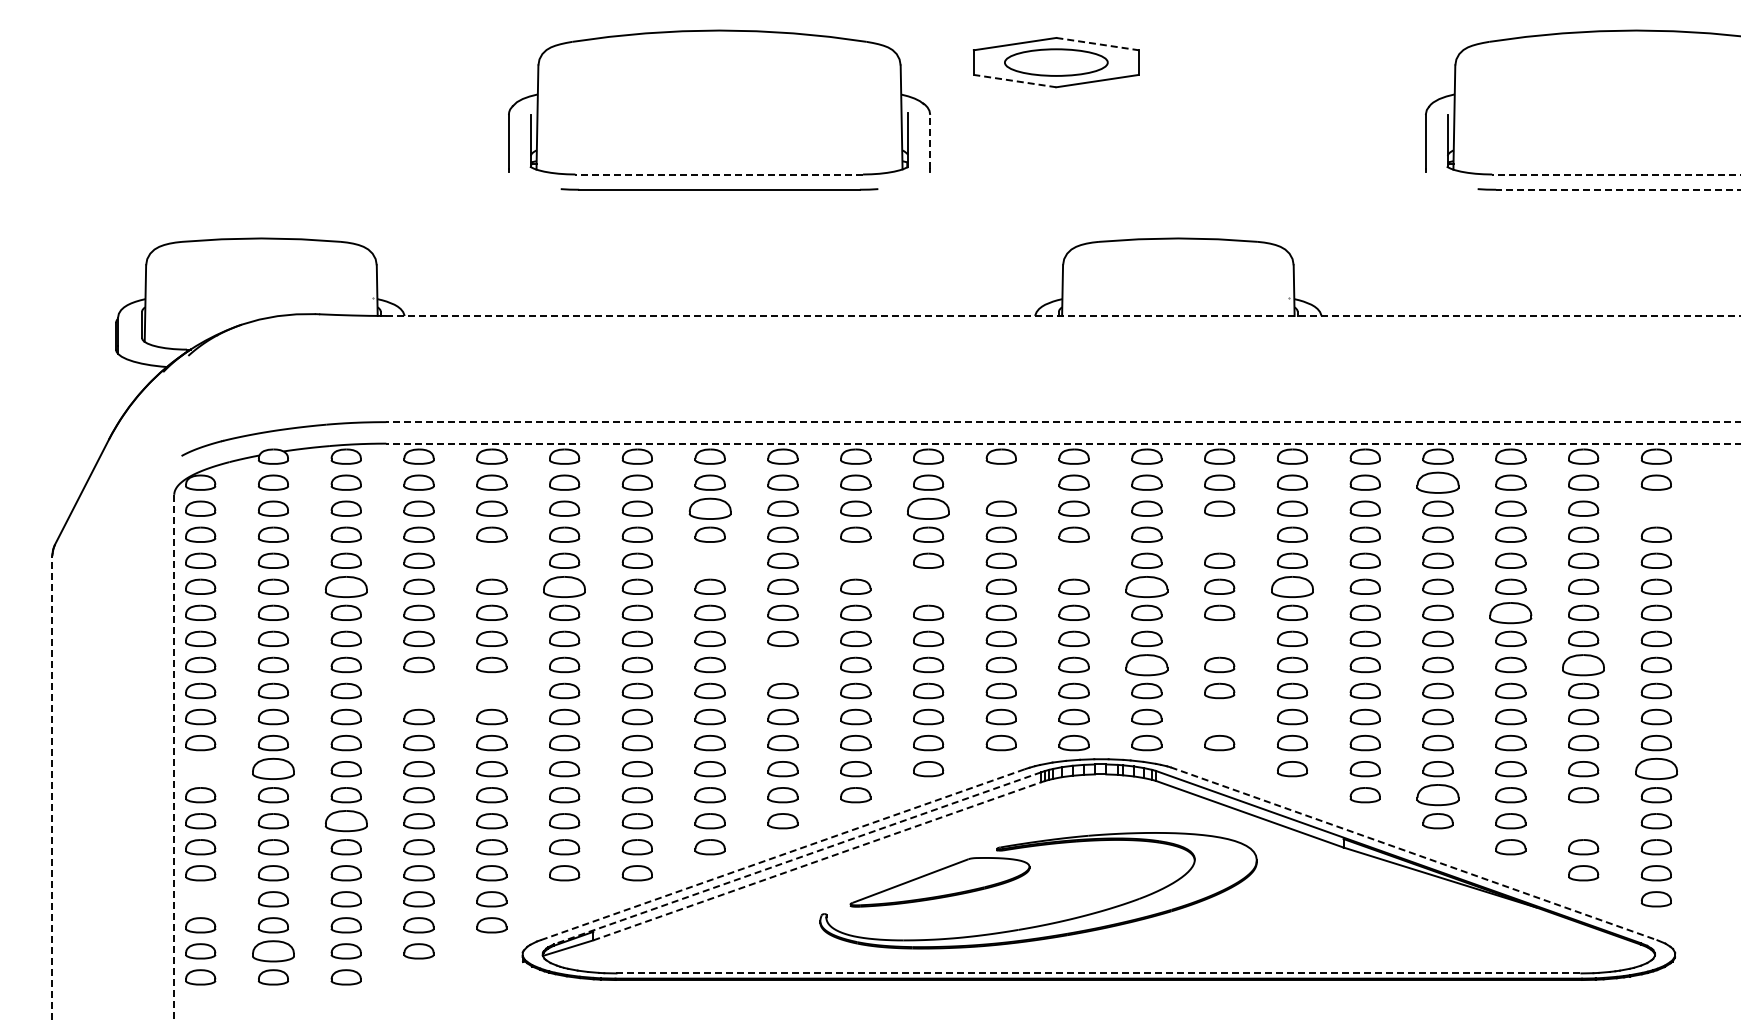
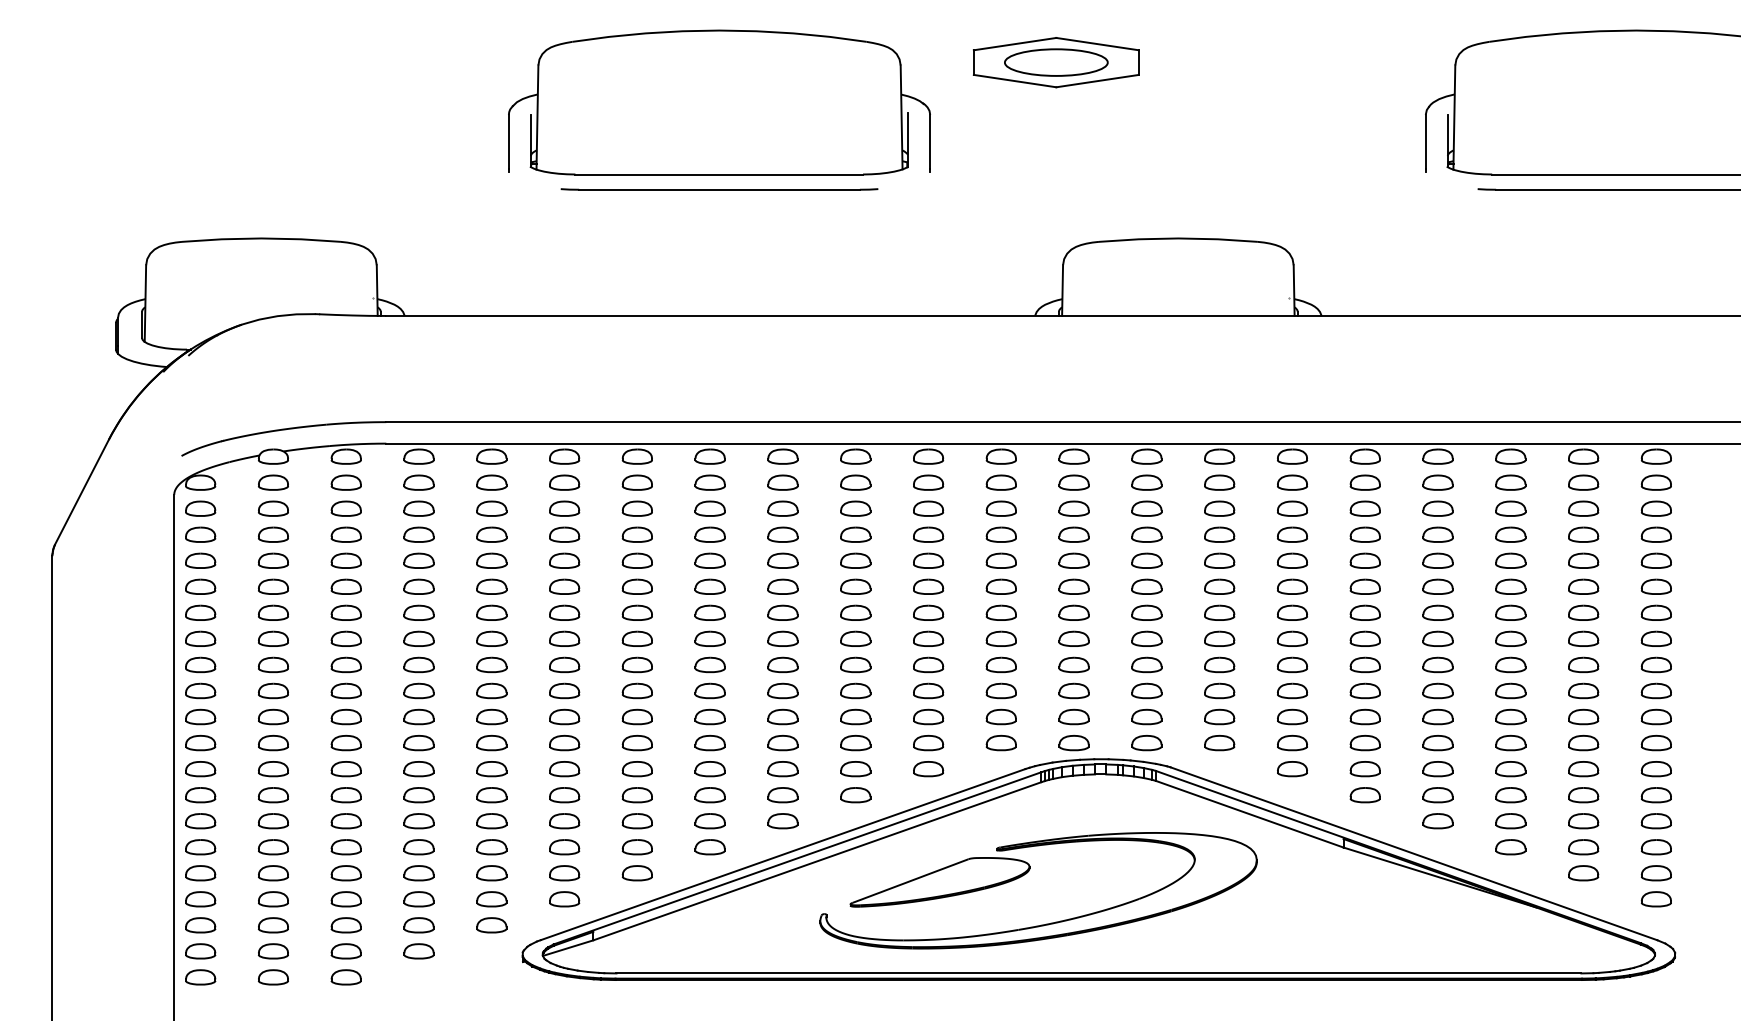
line at (1097, 44): dashed -> solid
line at (1015, 81): dashed -> solid
line at (930, 141): dashed -> solid
line at (719, 174): dashed -> solid
line at (1616, 174): dashed -> solid
line at (1617, 189): dashed -> solid
line at (1063, 315): dashed -> solid
line at (1063, 422): dashed -> solid
line at (1063, 443): dashed -> solid
part at (1000, 482): none -> present
part at (1437, 482) size: 44x23 px -> 32x17 px
part at (709, 508) size: 44x23 px -> 32x17 px
part at (928, 508) size: 43x23 px -> 32x17 px
part at (1655, 508): none -> present
part at (1219, 534): none -> present
part at (491, 560): none -> present
part at (709, 560): none -> present
part at (855, 560): none -> present
part at (1073, 560): none -> present
part at (346, 586) size: 43x22 px -> 32x17 px
part at (564, 586) size: 43x22 px -> 32x17 px
part at (928, 586): none -> present
part at (1146, 586) size: 44x22 px -> 32x17 px
part at (1292, 586) size: 43x22 px -> 31x17 px
part at (1510, 613) size: 44x23 px -> 32x17 px
part at (1219, 638): none -> present
part at (782, 664): none -> present
part at (1146, 665) size: 44x23 px -> 32x17 px
part at (1583, 665) size: 43x23 px -> 32x17 px
part at (418, 690): none -> present
part at (491, 690): none -> present
part at (1219, 716): none -> present
line at (174, 757): dashed -> solid
part at (273, 768) size: 43x23 px -> 31x17 px
part at (1656, 768) size: 43x23 px -> 32x17 px
part at (200, 769): none -> present
line at (52, 788): dashed -> solid
part at (1437, 795) size: 44x23 px -> 32x17 px
part at (346, 821) size: 43x23 px -> 32x17 px
part at (1583, 821): none -> present
line at (1414, 853): dashed -> solid
line at (783, 854): dashed -> solid
line at (797, 858): dashed -> solid
line at (817, 861): dashed -> solid
part at (200, 899): none -> present
part at (564, 899): none -> present
part at (273, 951) size: 43x23 px -> 31x17 px
line at (1099, 973): dashed -> solid
